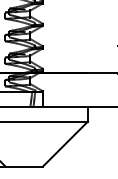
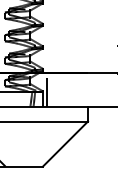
line at (46, 92): none -> present
